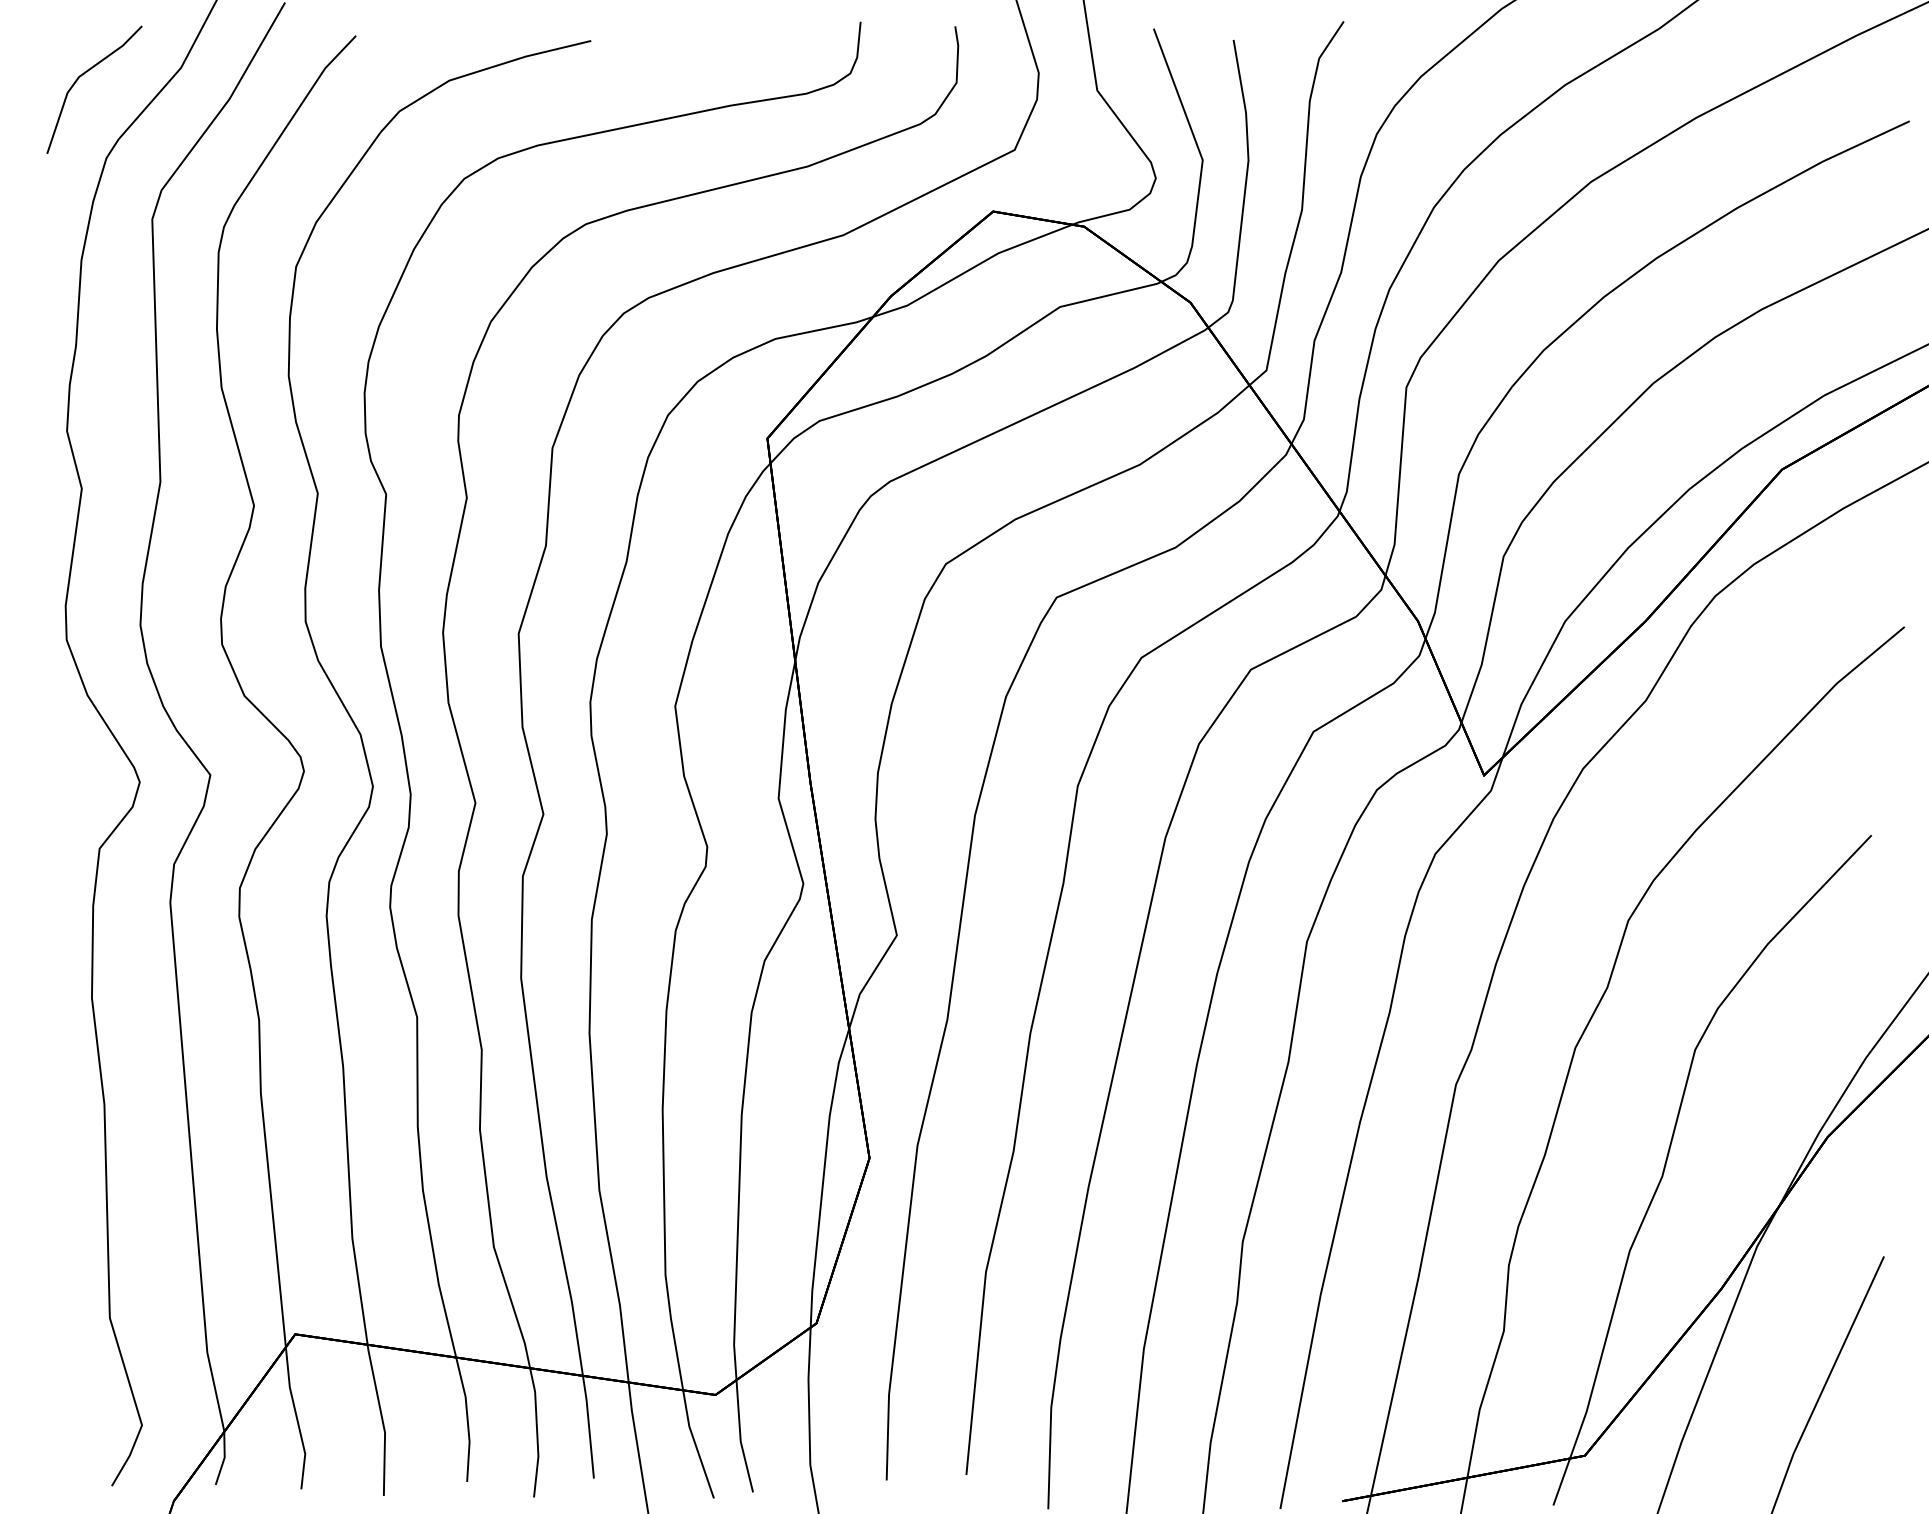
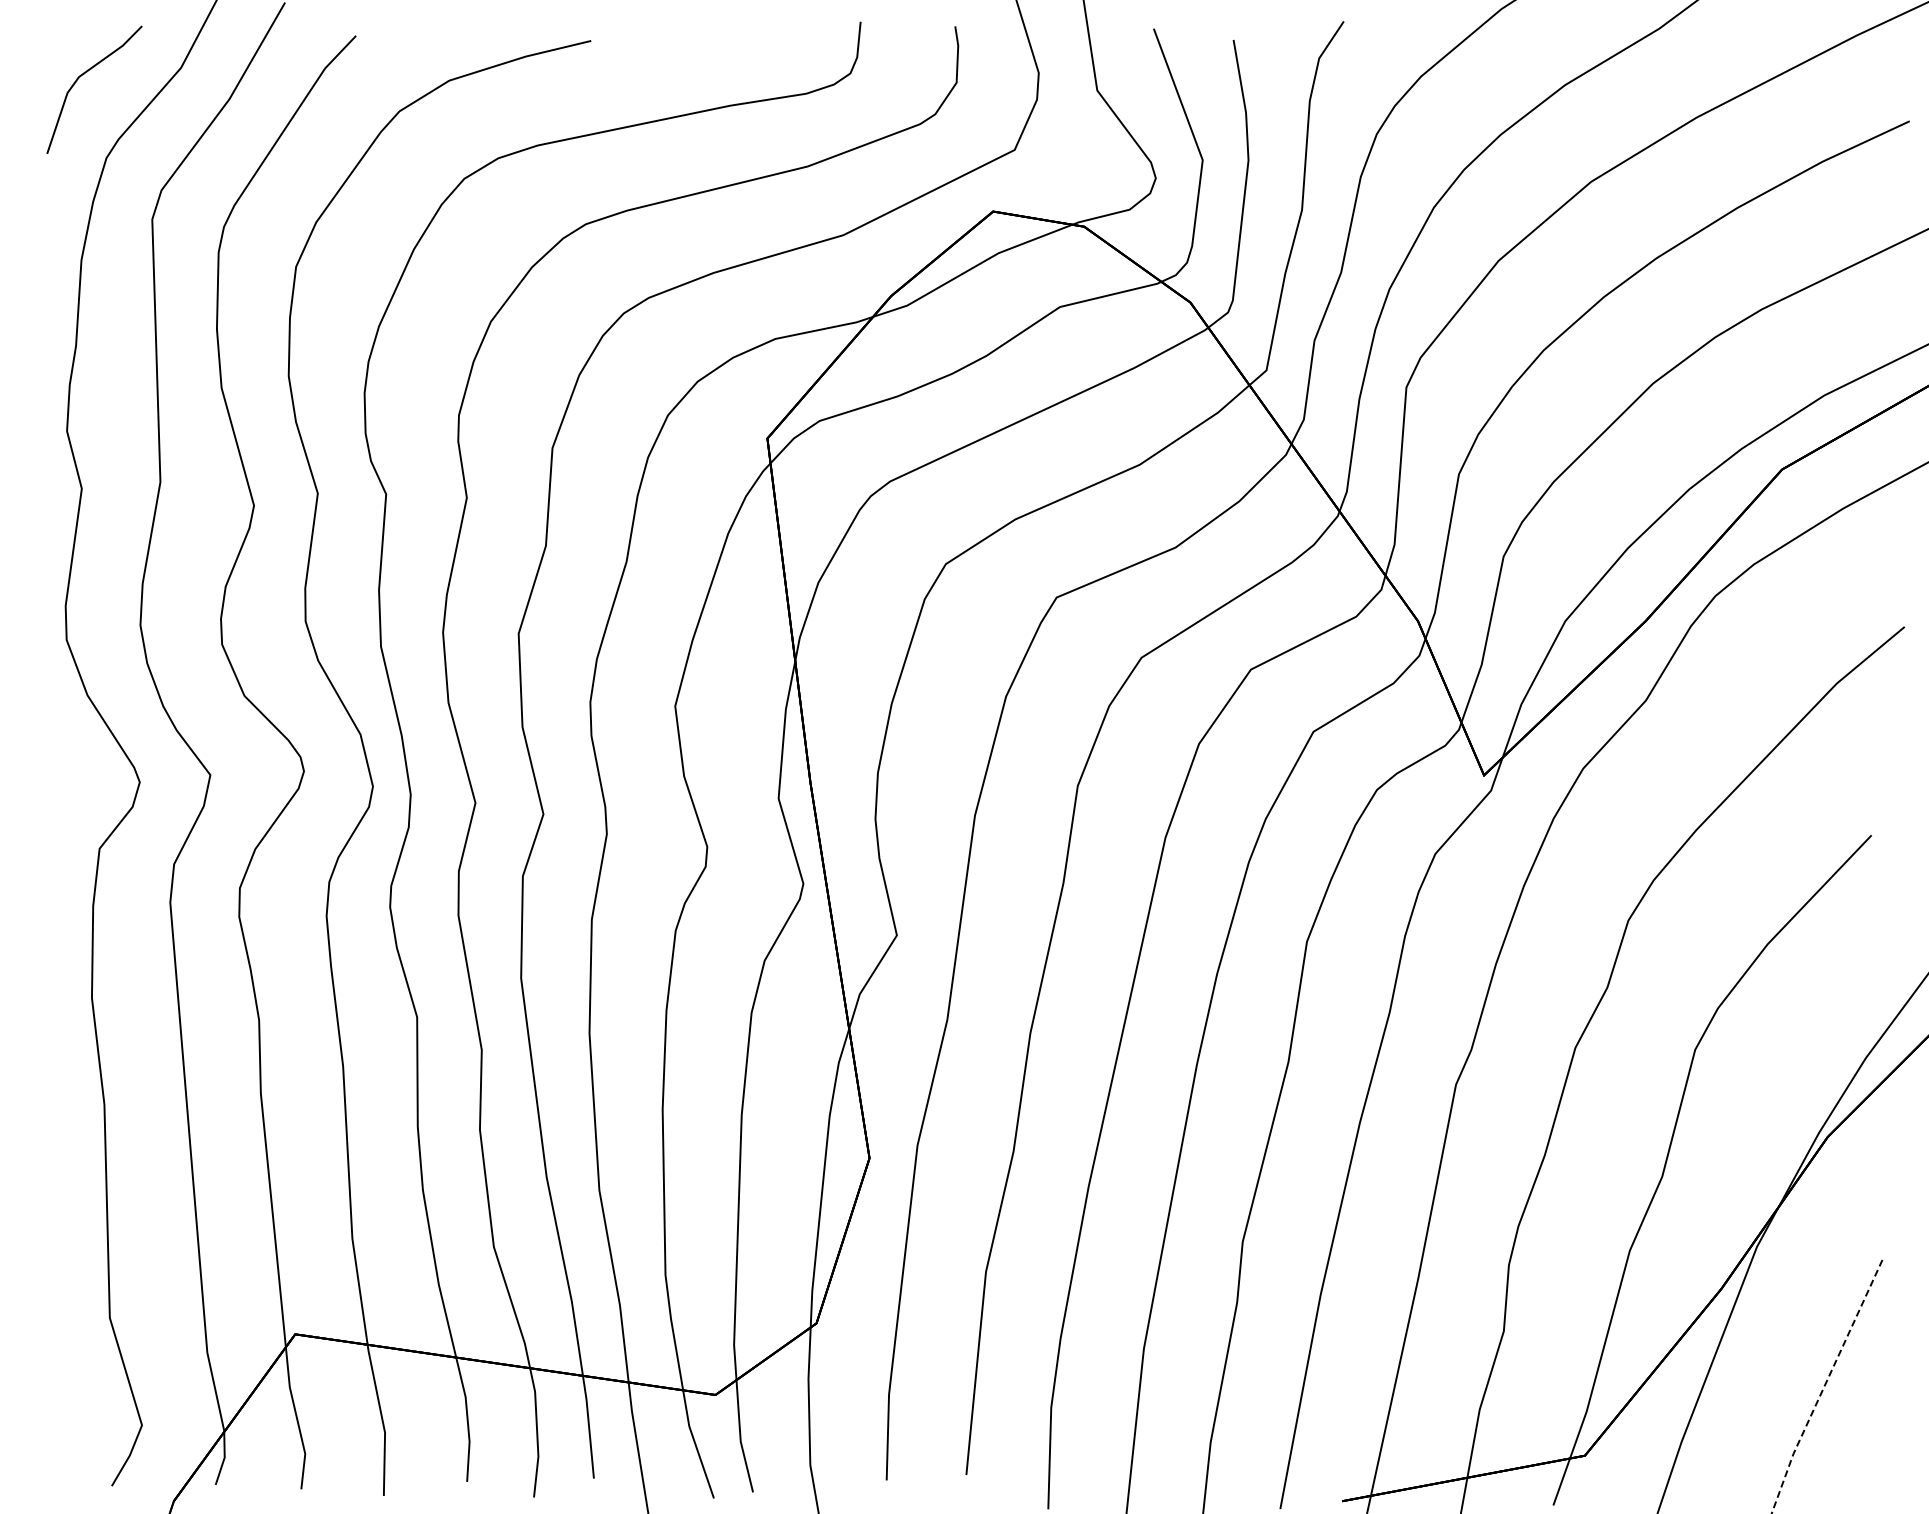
line at (1825, 1384): solid -> dashed
